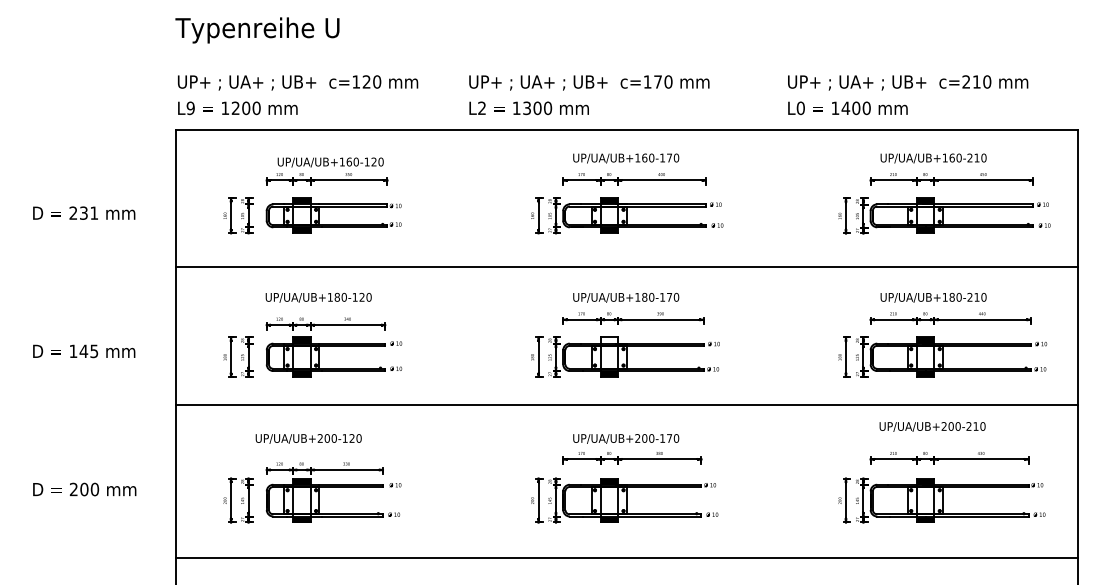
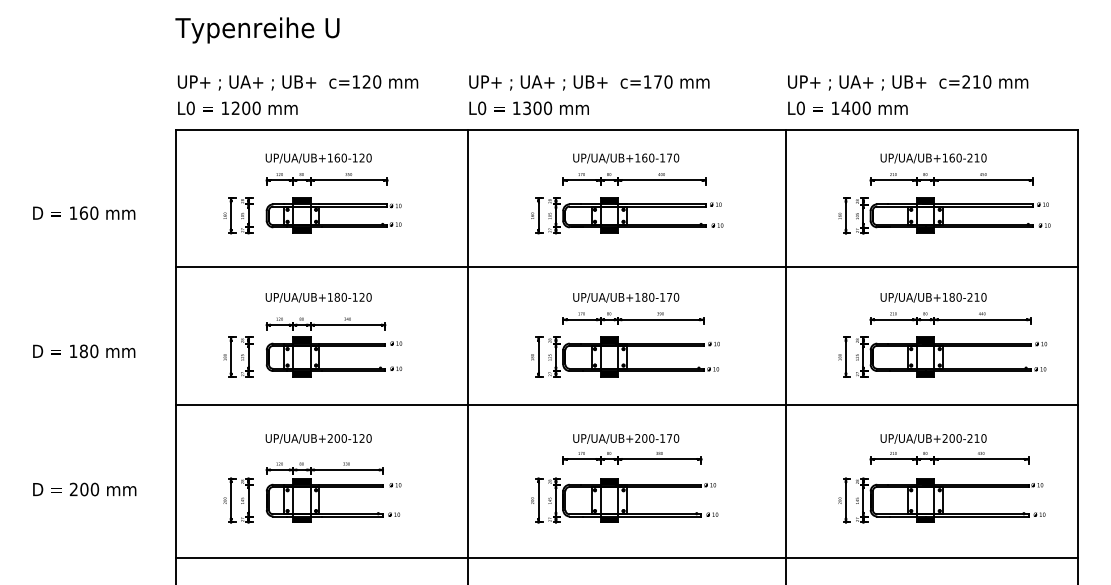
text at (190, 108): L9 -> L0
text at (482, 108): L2 -> L0
text at (330, 162) position: (330, 162) -> (318, 158)
text at (83, 212): 231 -> 160
fill at (609, 340): none -> present
text at (88, 351): 145 -> 180
line at (467, 355): none -> present
line at (786, 355): none -> present
text at (932, 426) position: (932, 426) -> (933, 438)
text at (308, 438) position: (308, 438) -> (318, 438)
